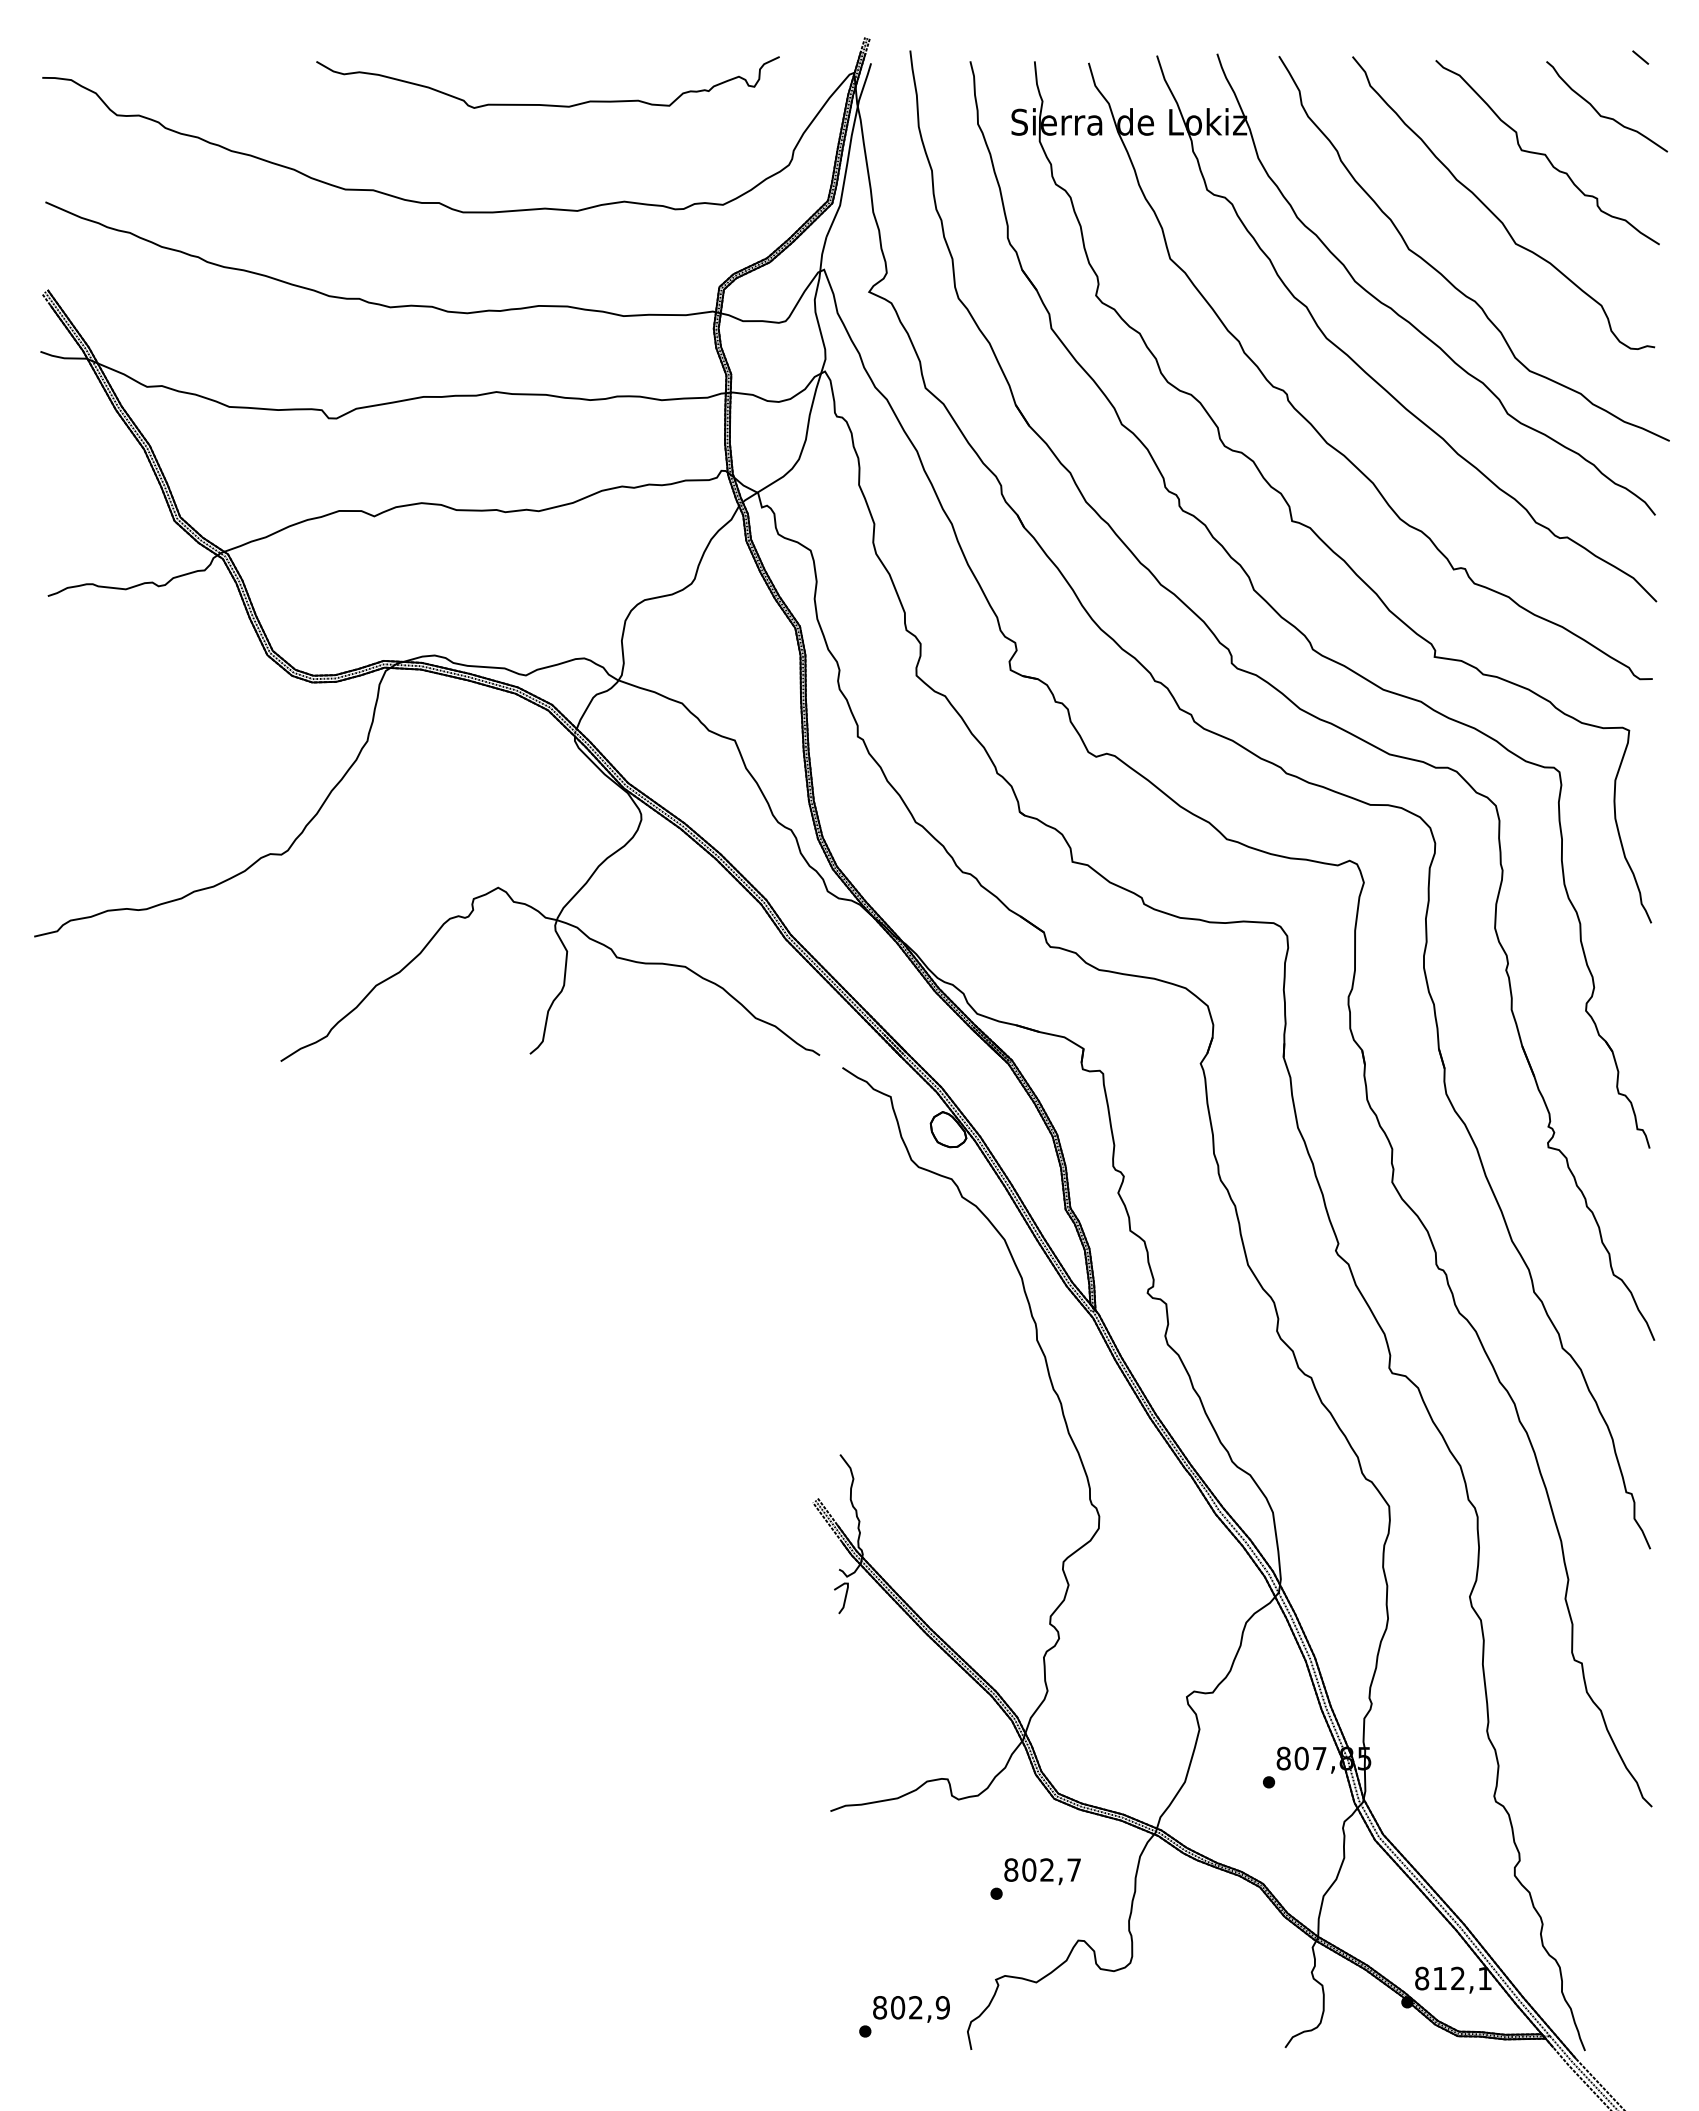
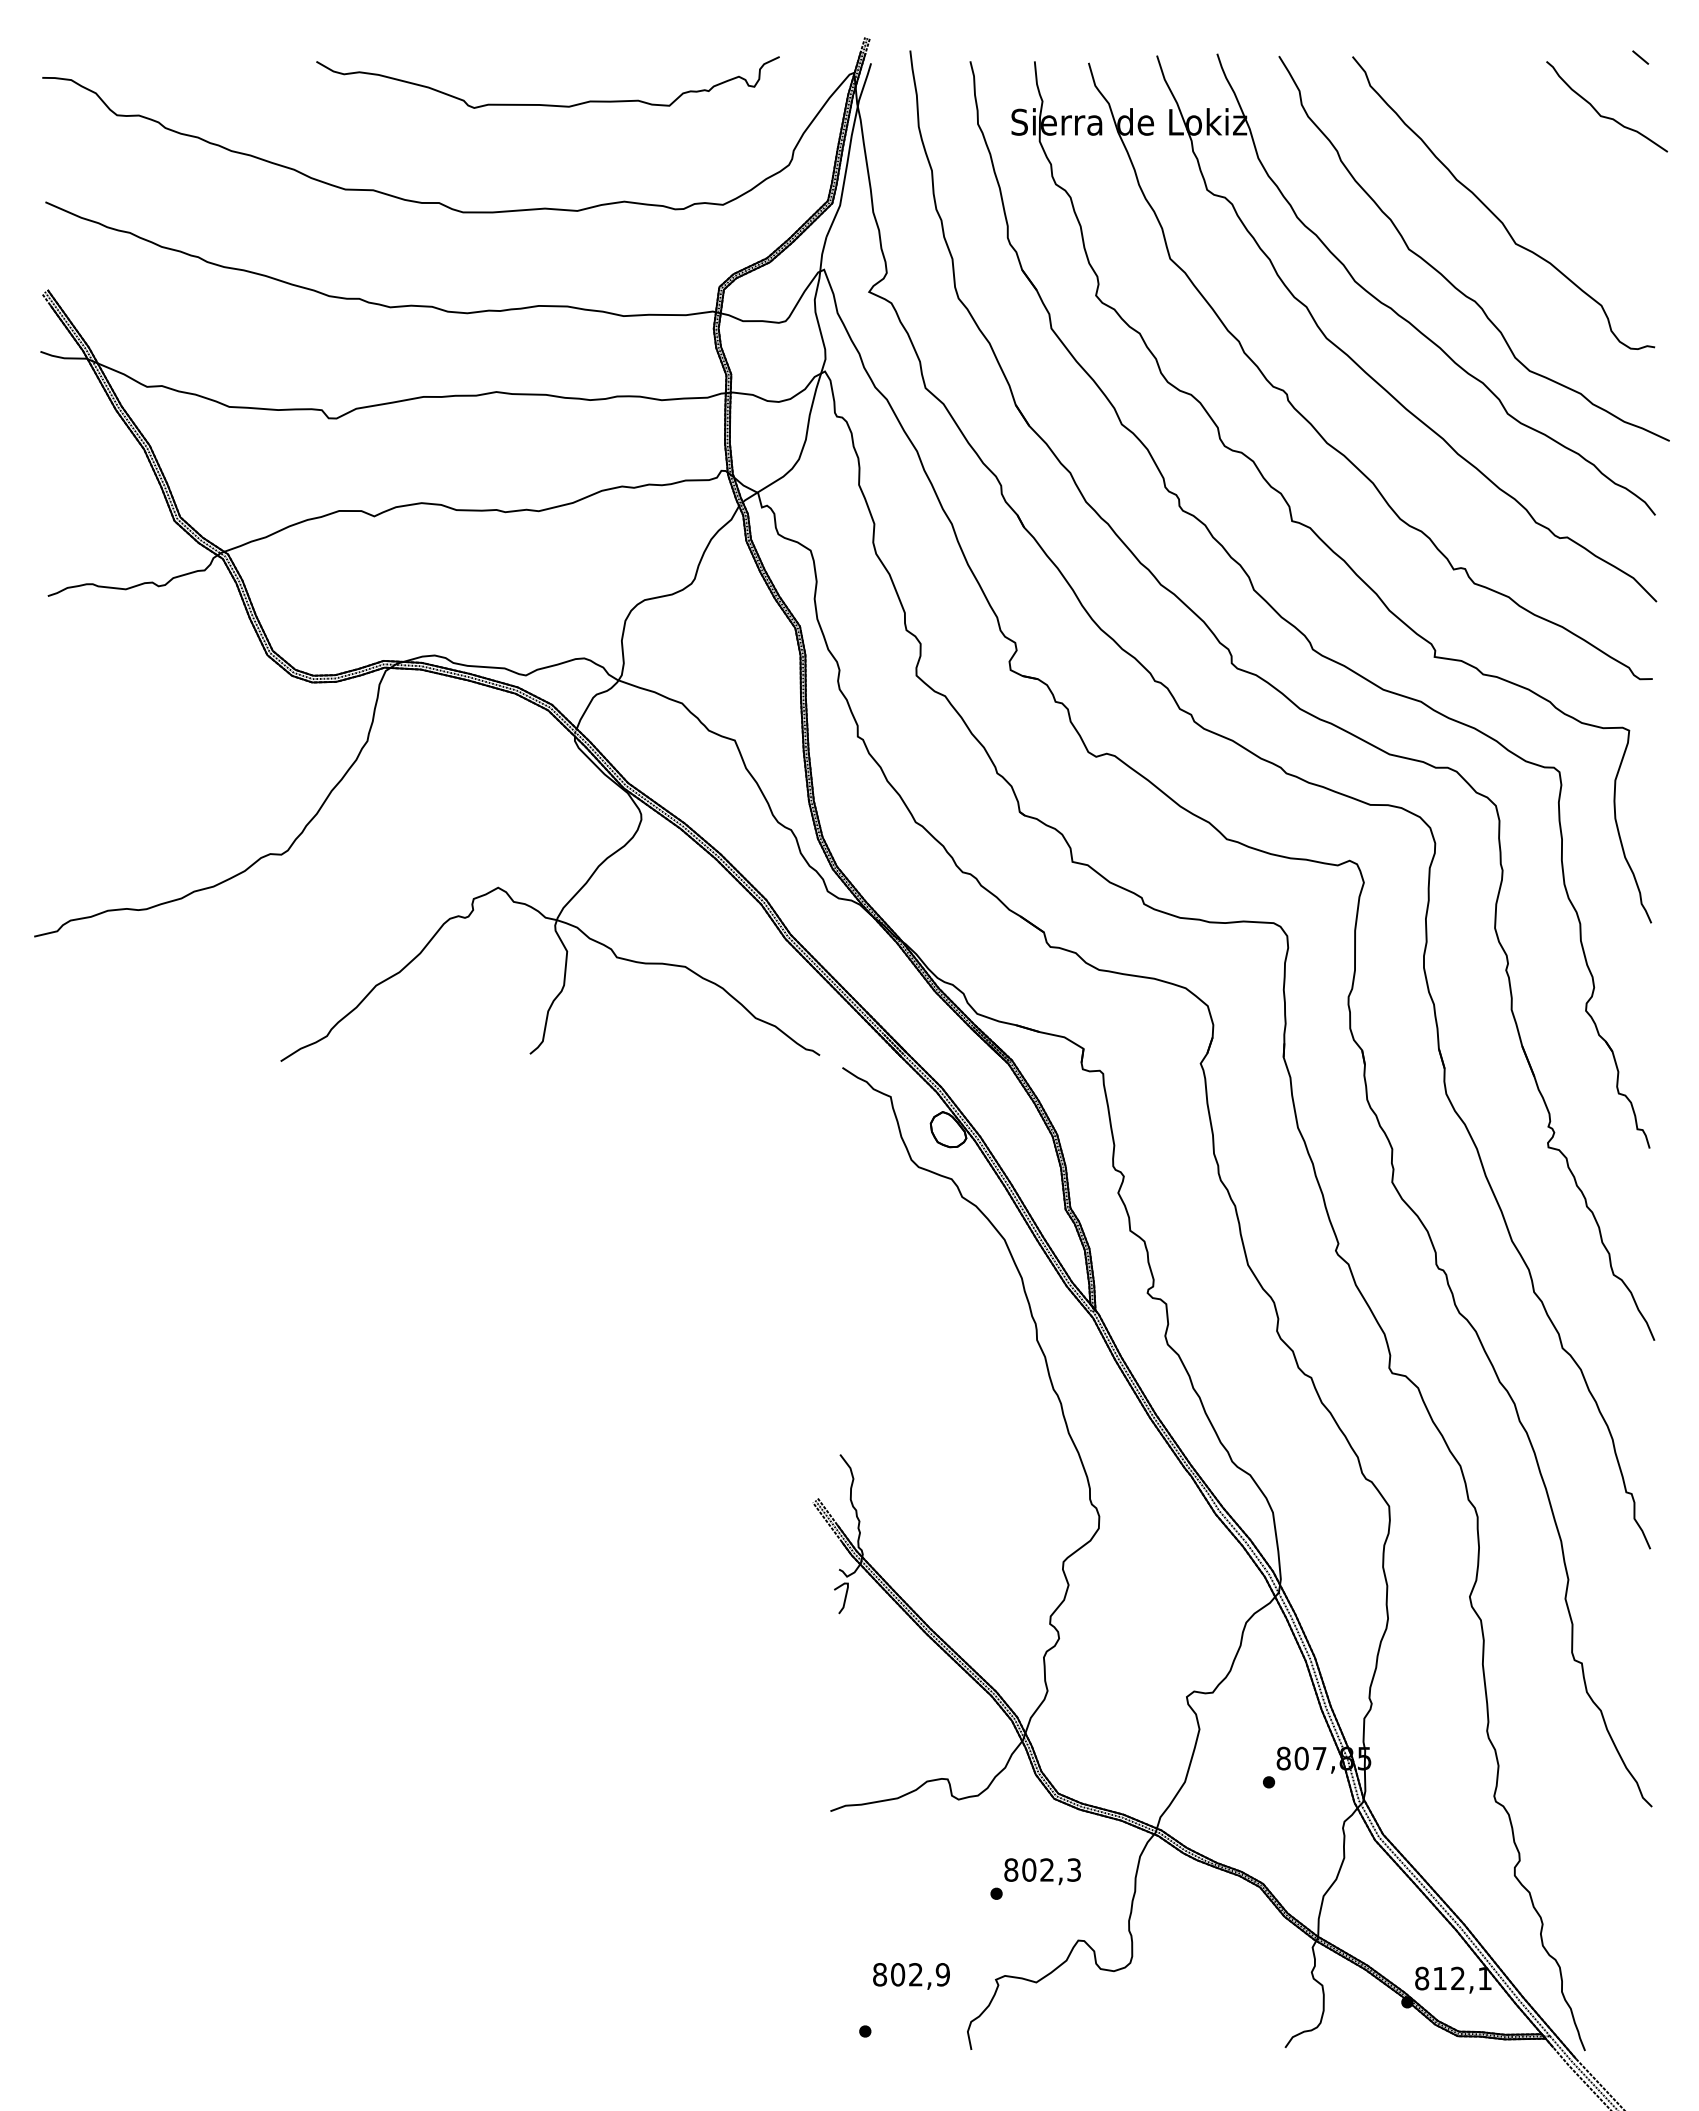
part at (1547, 152): present -> none
text at (1073, 1869): 802,7 -> 802,3
text at (911, 2009) position: (911, 2009) -> (911, 1976)
